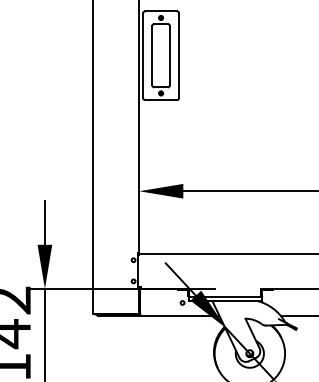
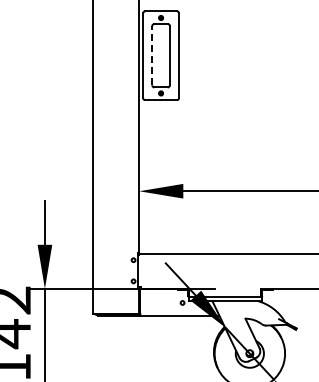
line at (152, 55): solid -> dashed
line at (297, 315): present -> none
